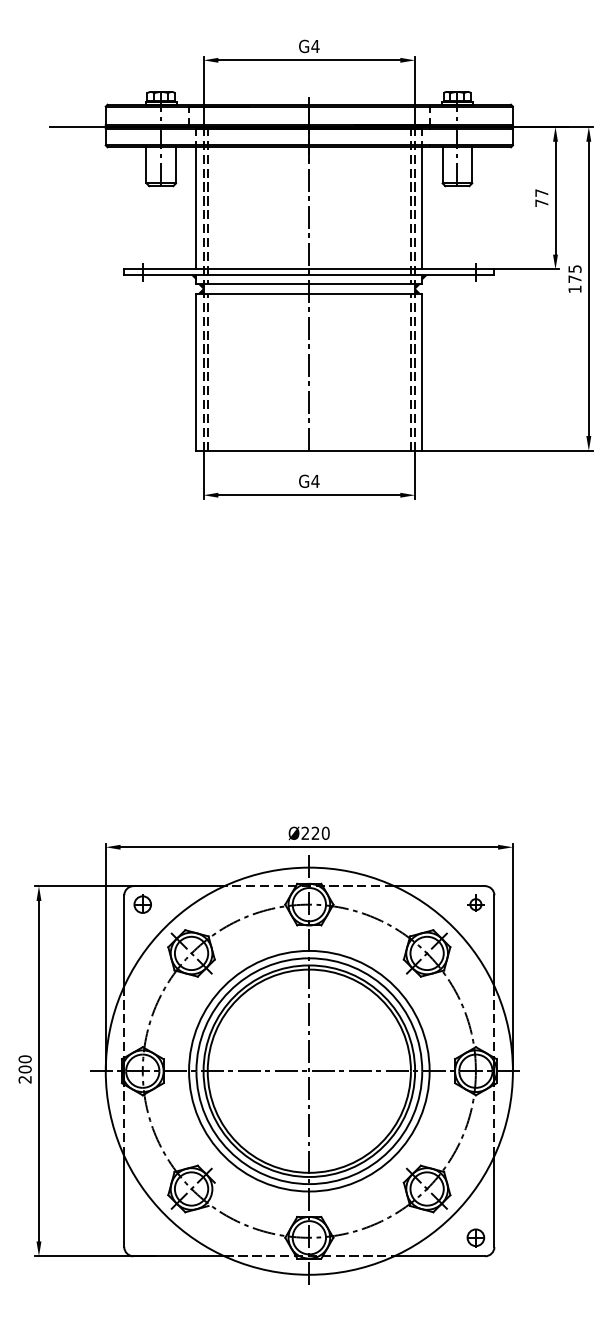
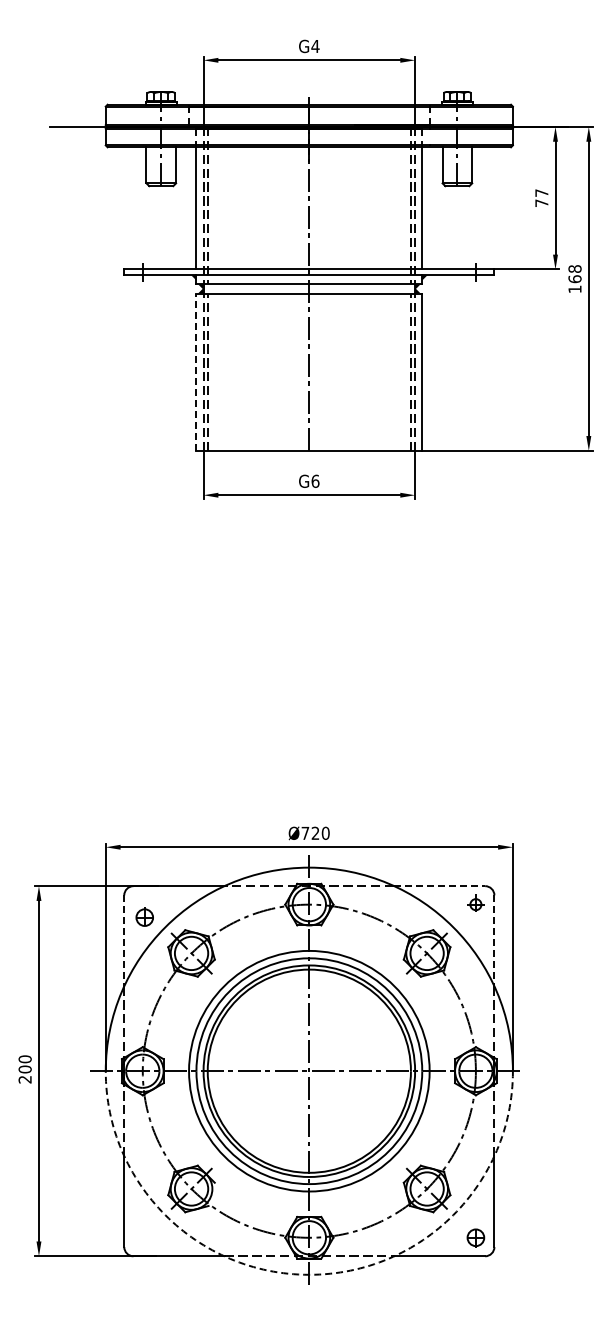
text at (574, 274): 175 -> 168
line at (196, 372): solid -> dashed
text at (315, 480): G4 -> G6
text at (305, 832): Ø220 -> Ø720
line at (439, 886): solid -> dashed
part at (142, 903) position: (142, 903) -> (144, 916)
line at (124, 940): solid -> dashed
line at (494, 940): solid -> dashed
arc at (309, 1274): solid -> dashed
